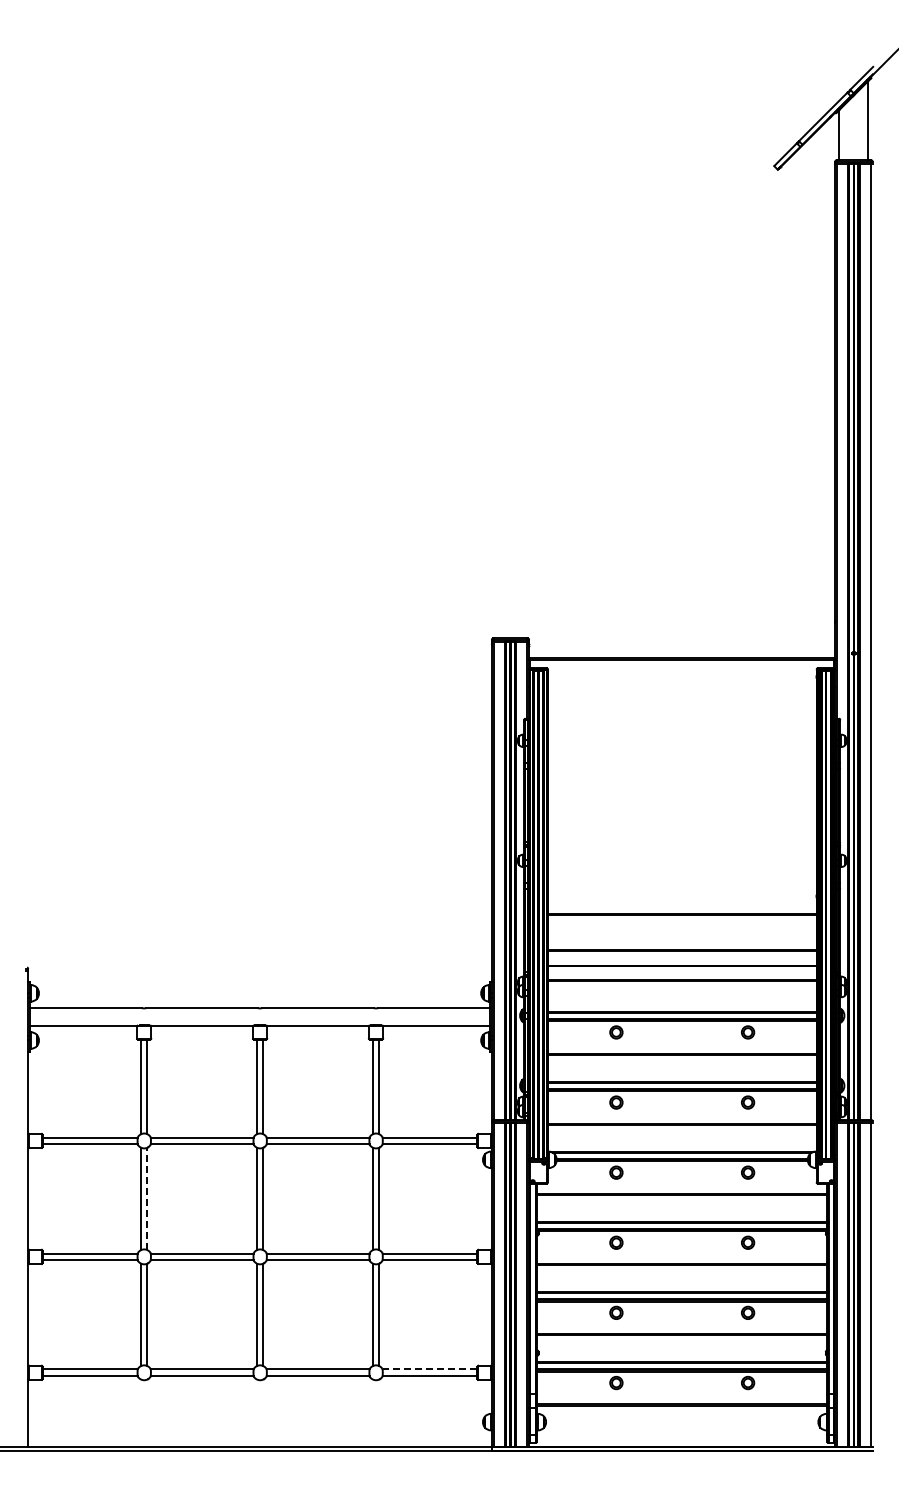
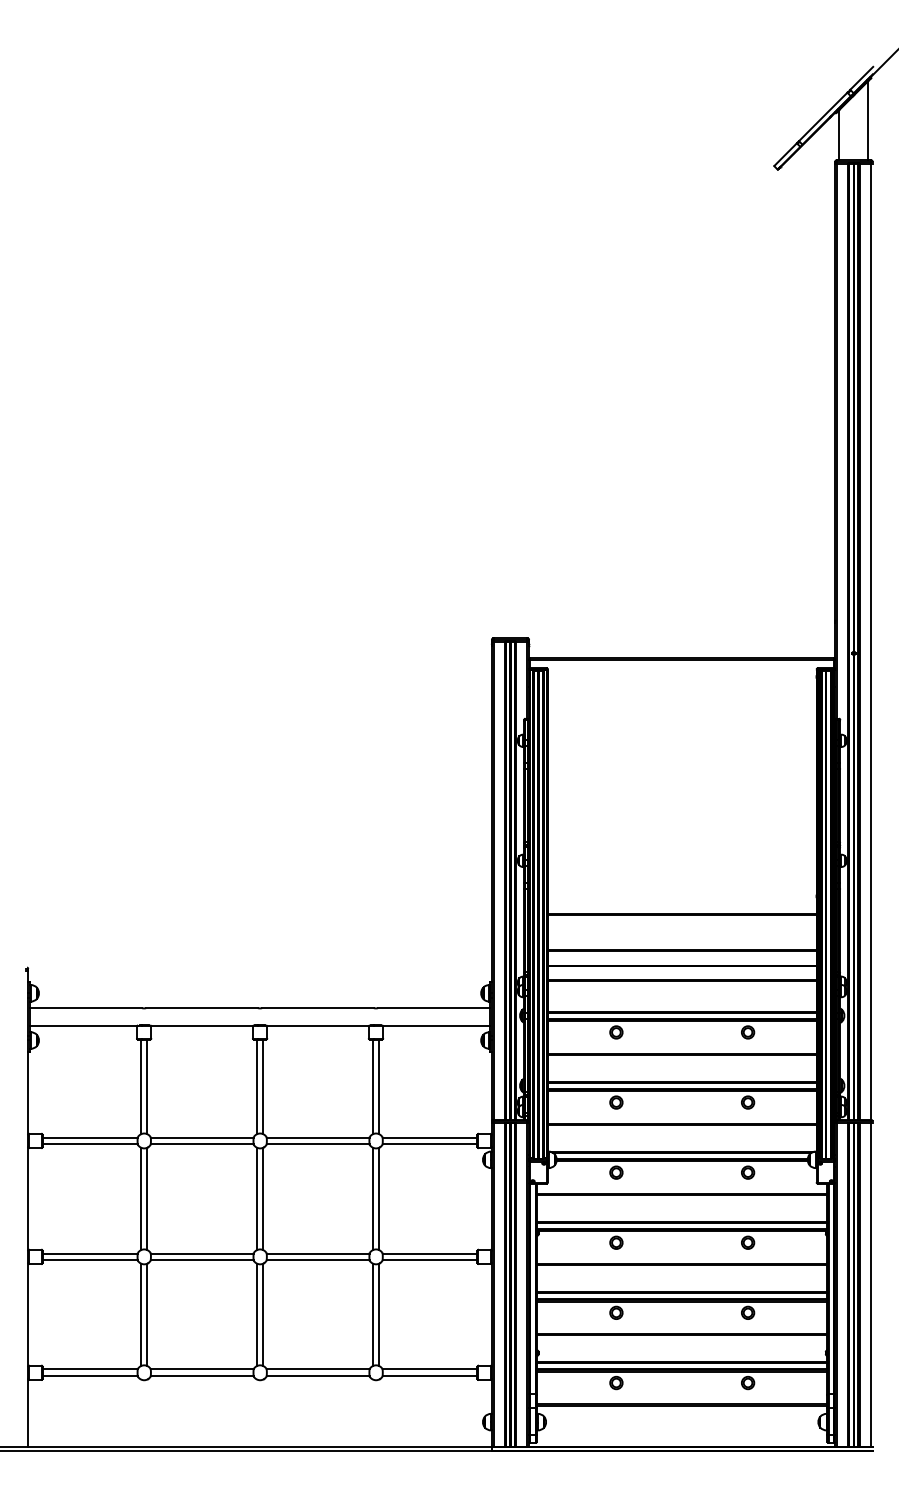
line at (147, 1198): dashed -> solid
line at (429, 1369): dashed -> solid
